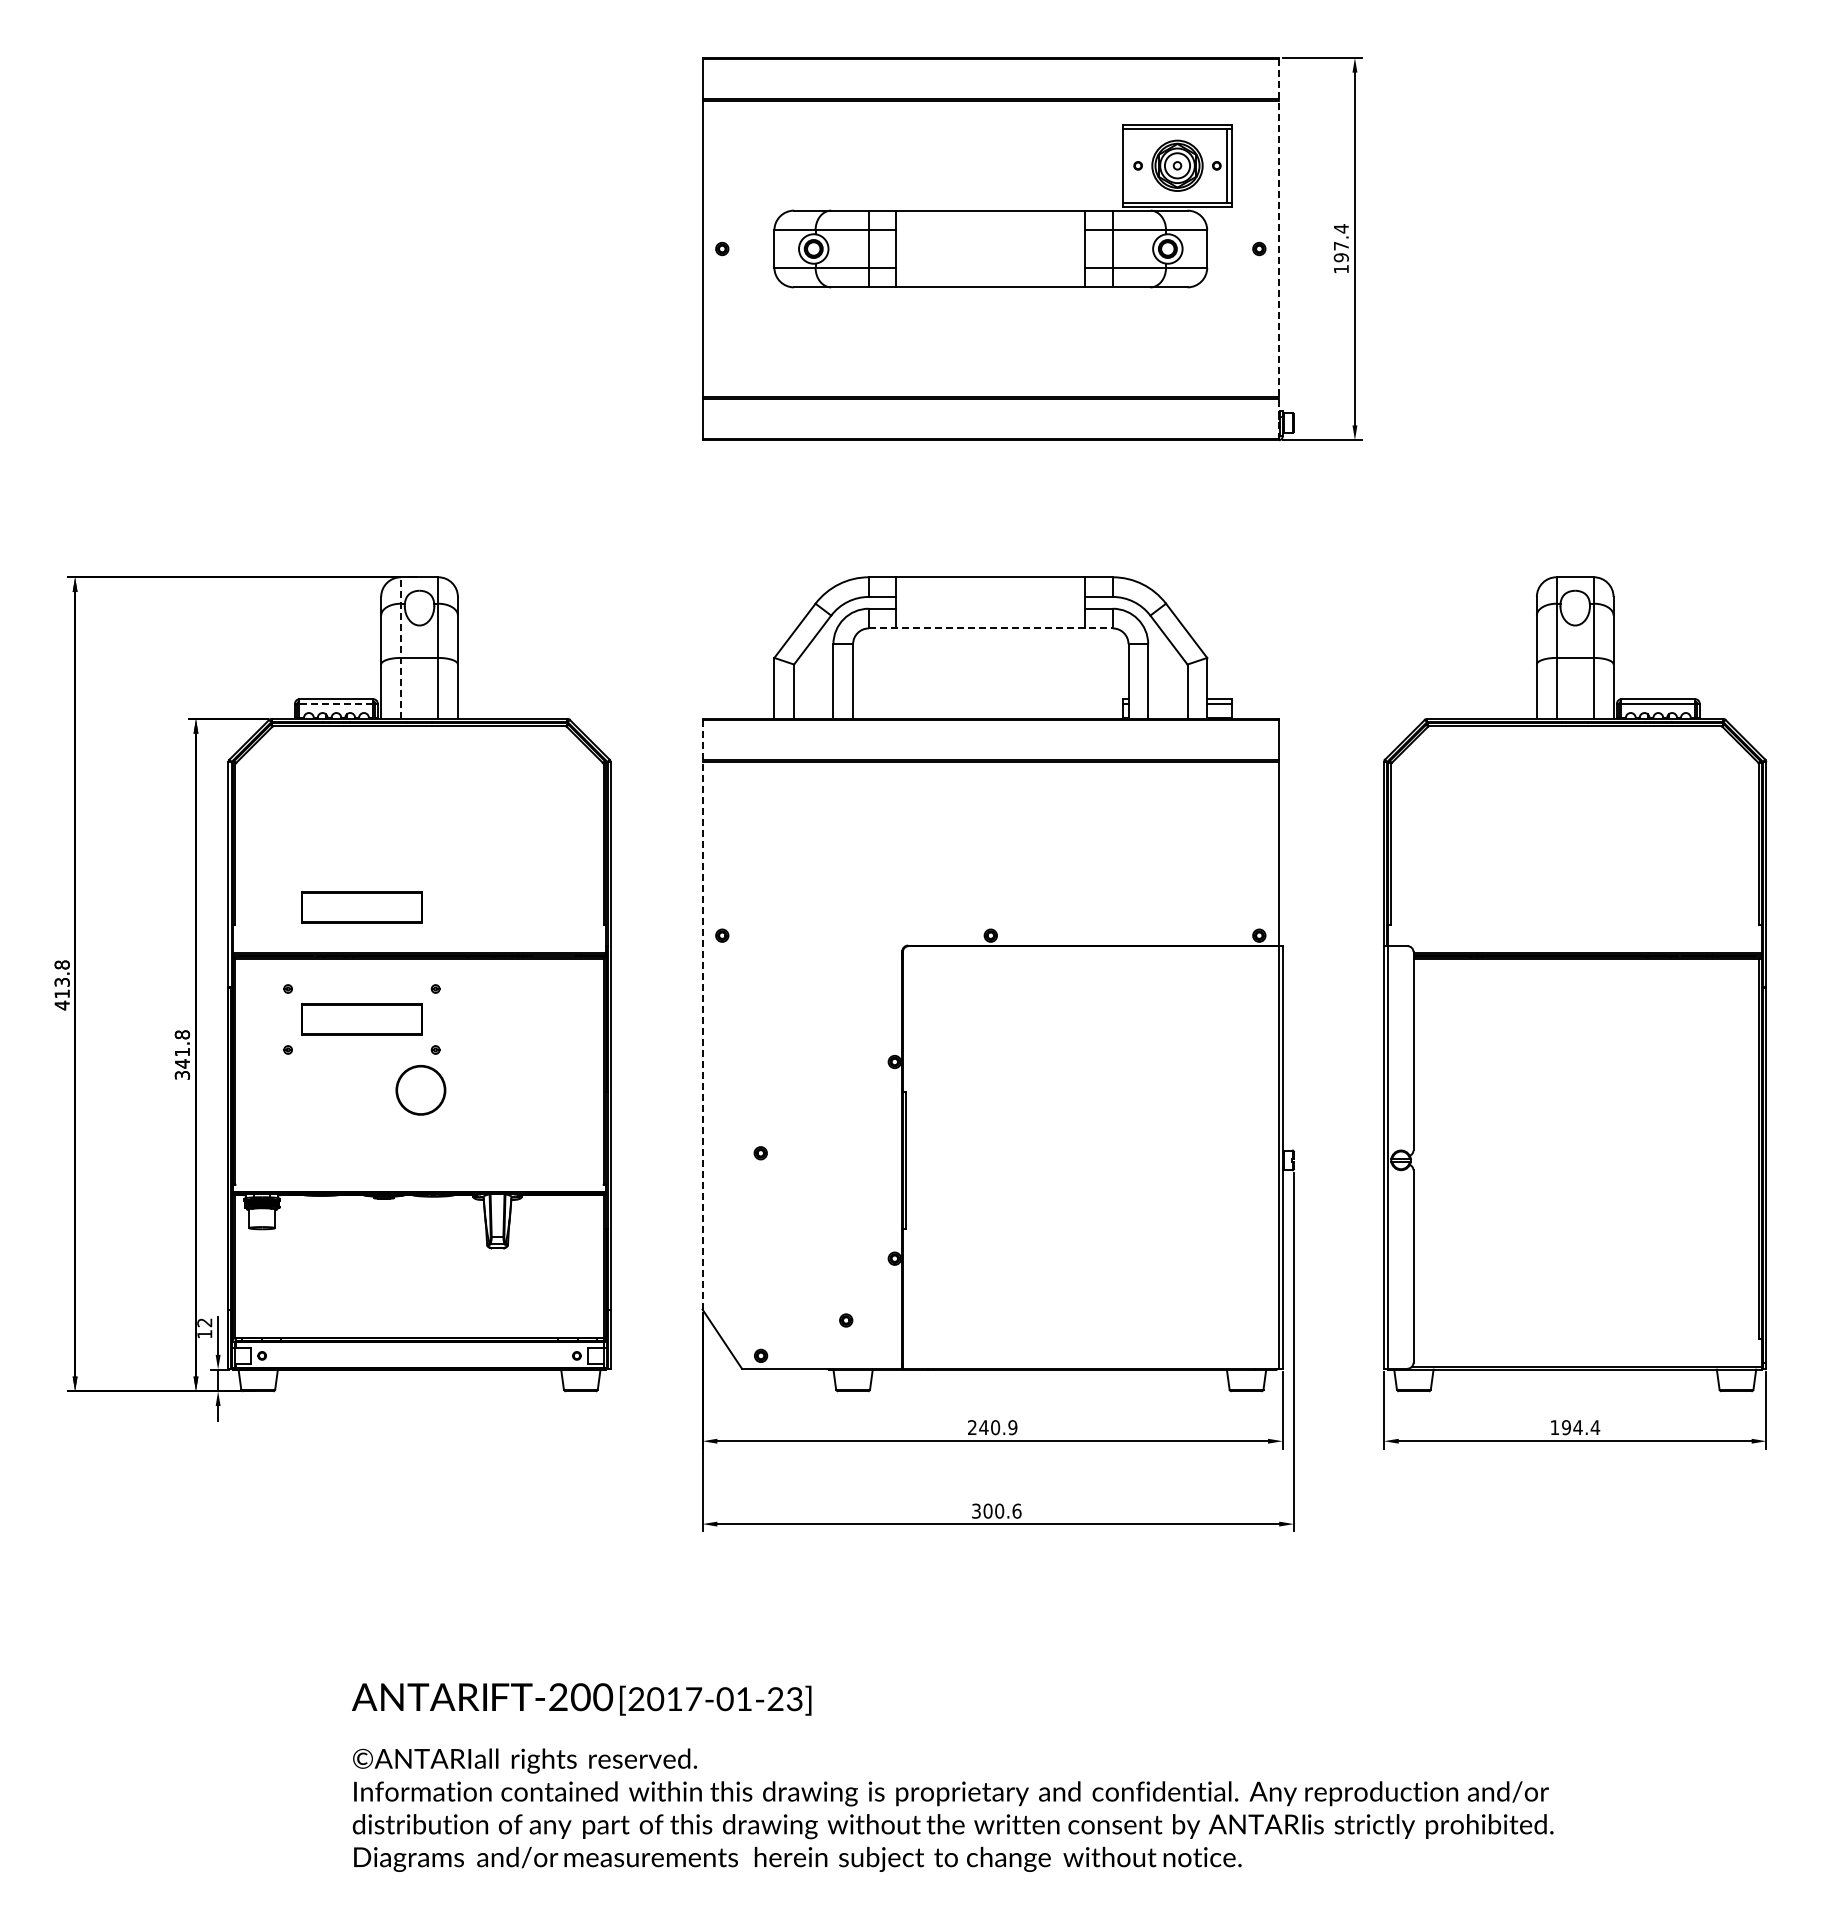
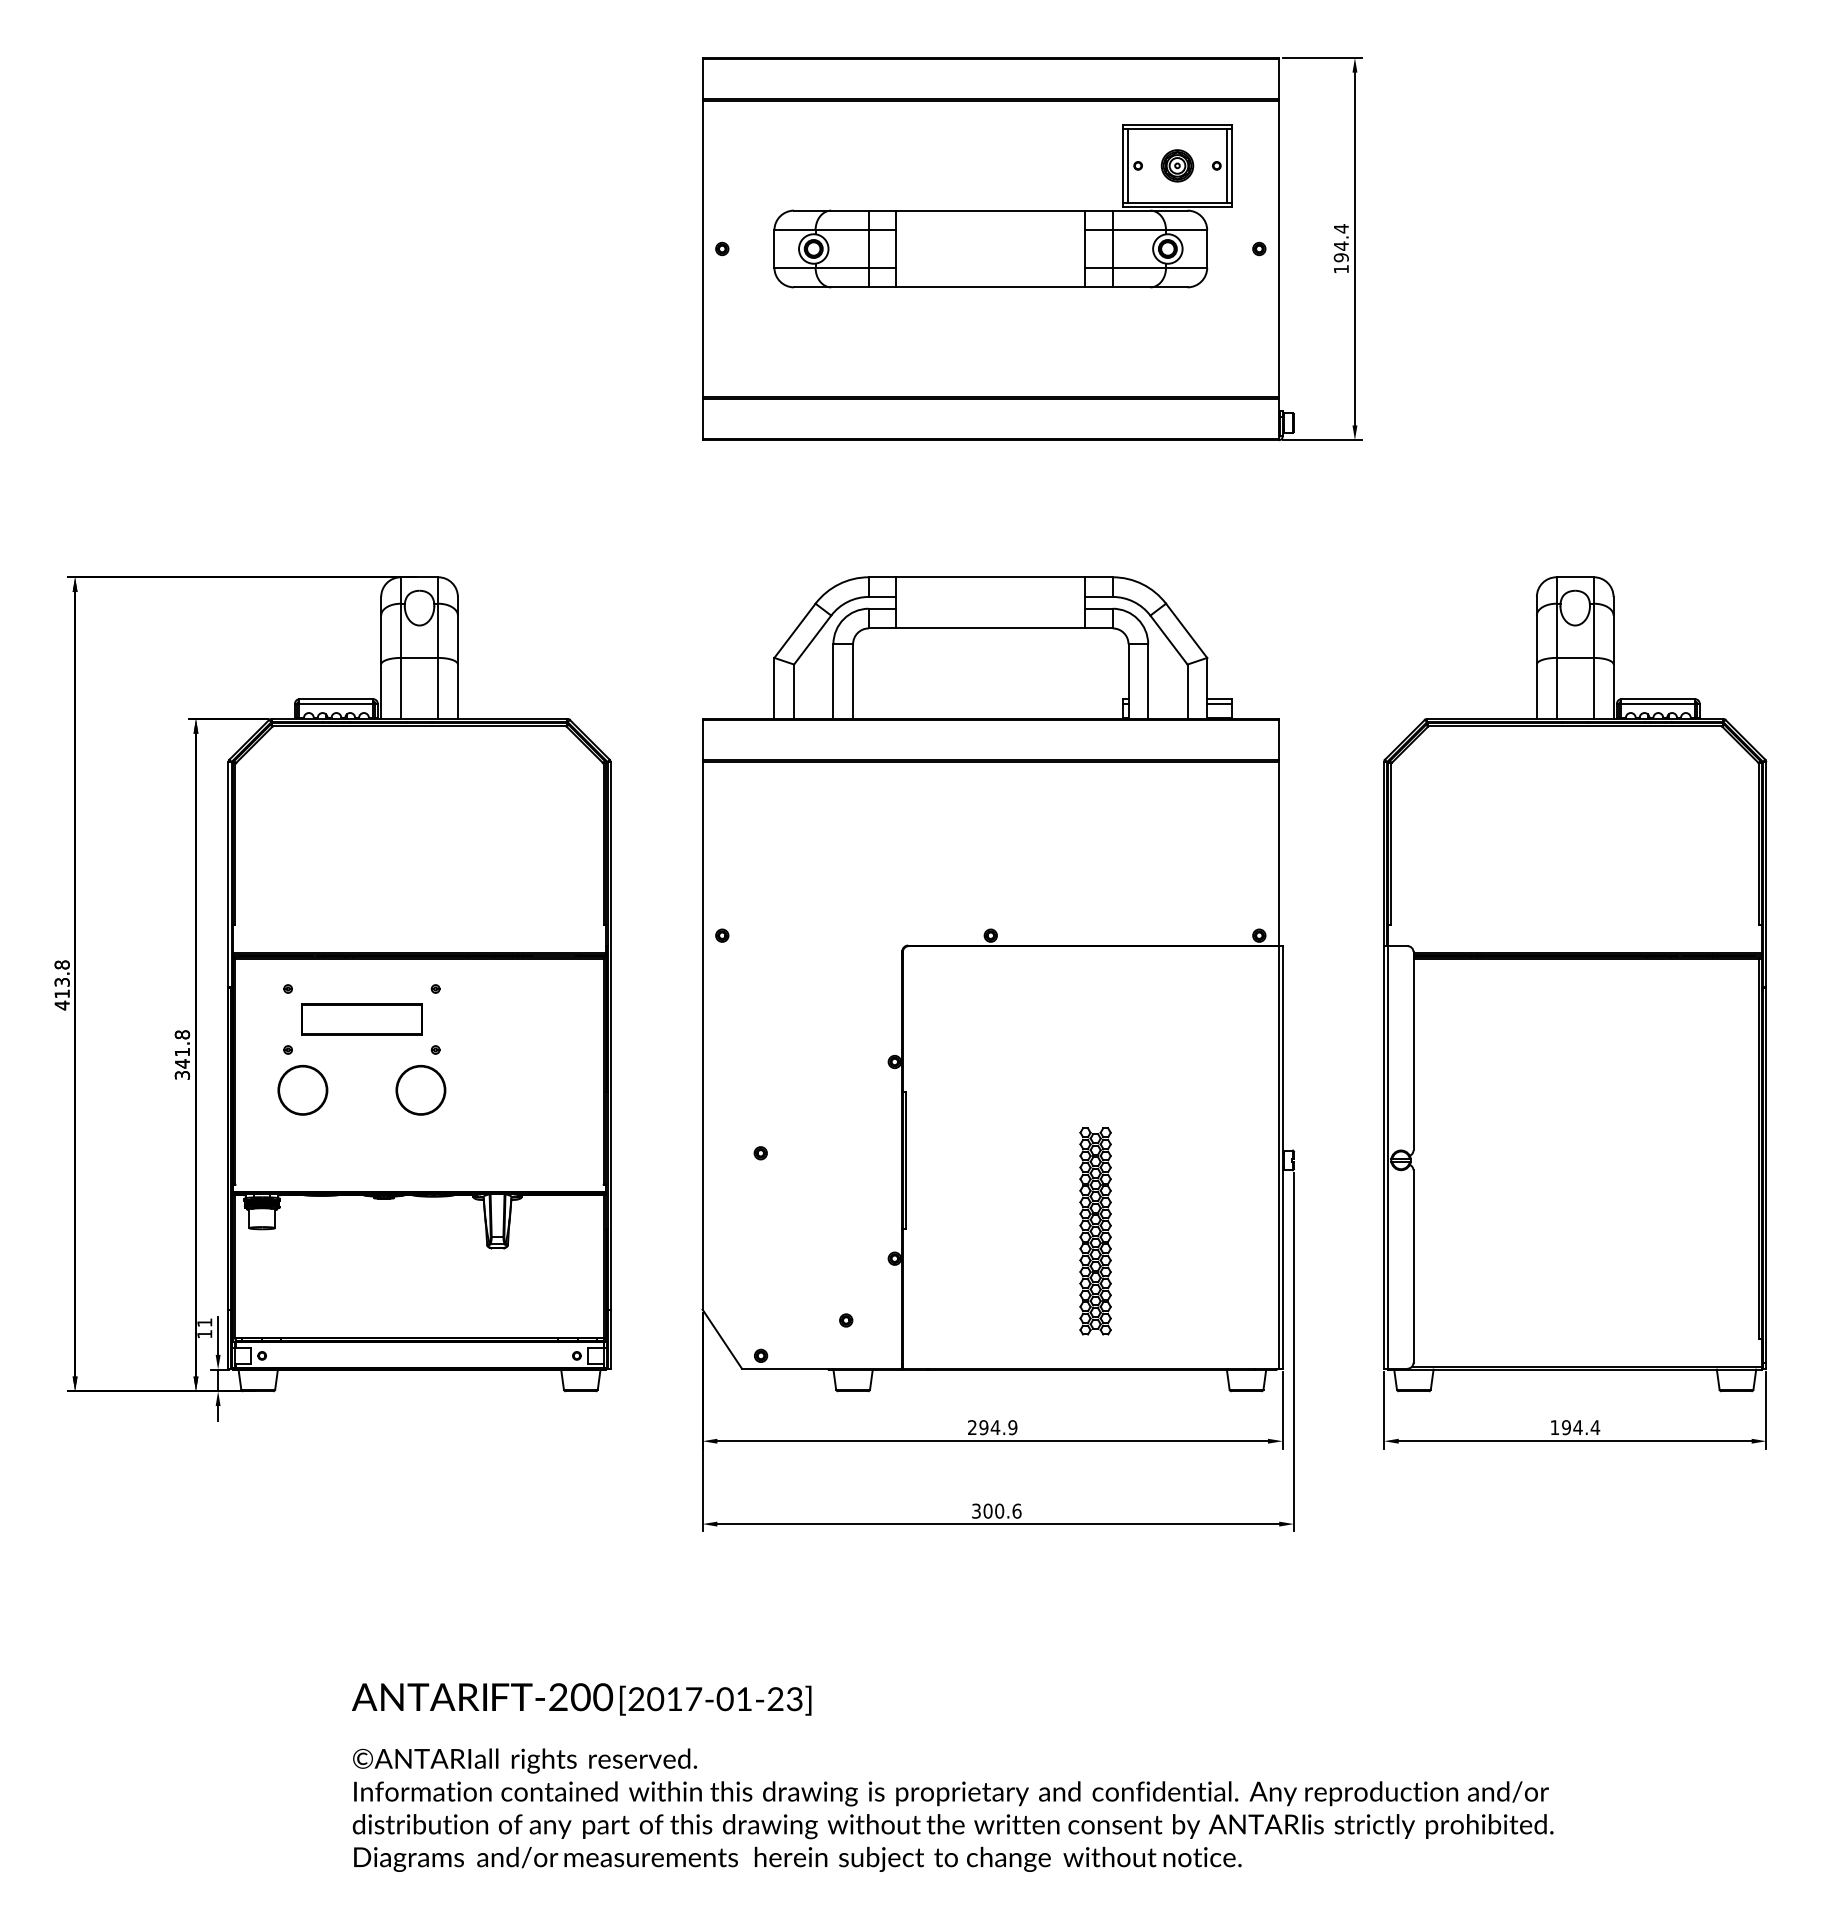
line at (1127, 165): none -> present
part at (1177, 165) size: 53x53 px -> 35x34 px
text at (1341, 245): 197.4 -> 194.4
line at (1279, 248): dashed -> solid
line at (990, 628): dashed -> solid
line at (400, 648): dashed -> solid
line at (336, 703): dashed -> solid
part at (361, 907): present -> none
line at (702, 1013): dashed -> solid
part at (302, 1090): none -> present
part at (1095, 1231): none -> present
text at (204, 1322): 12 -> 11
text at (989, 1427): 240.9 -> 294.9
